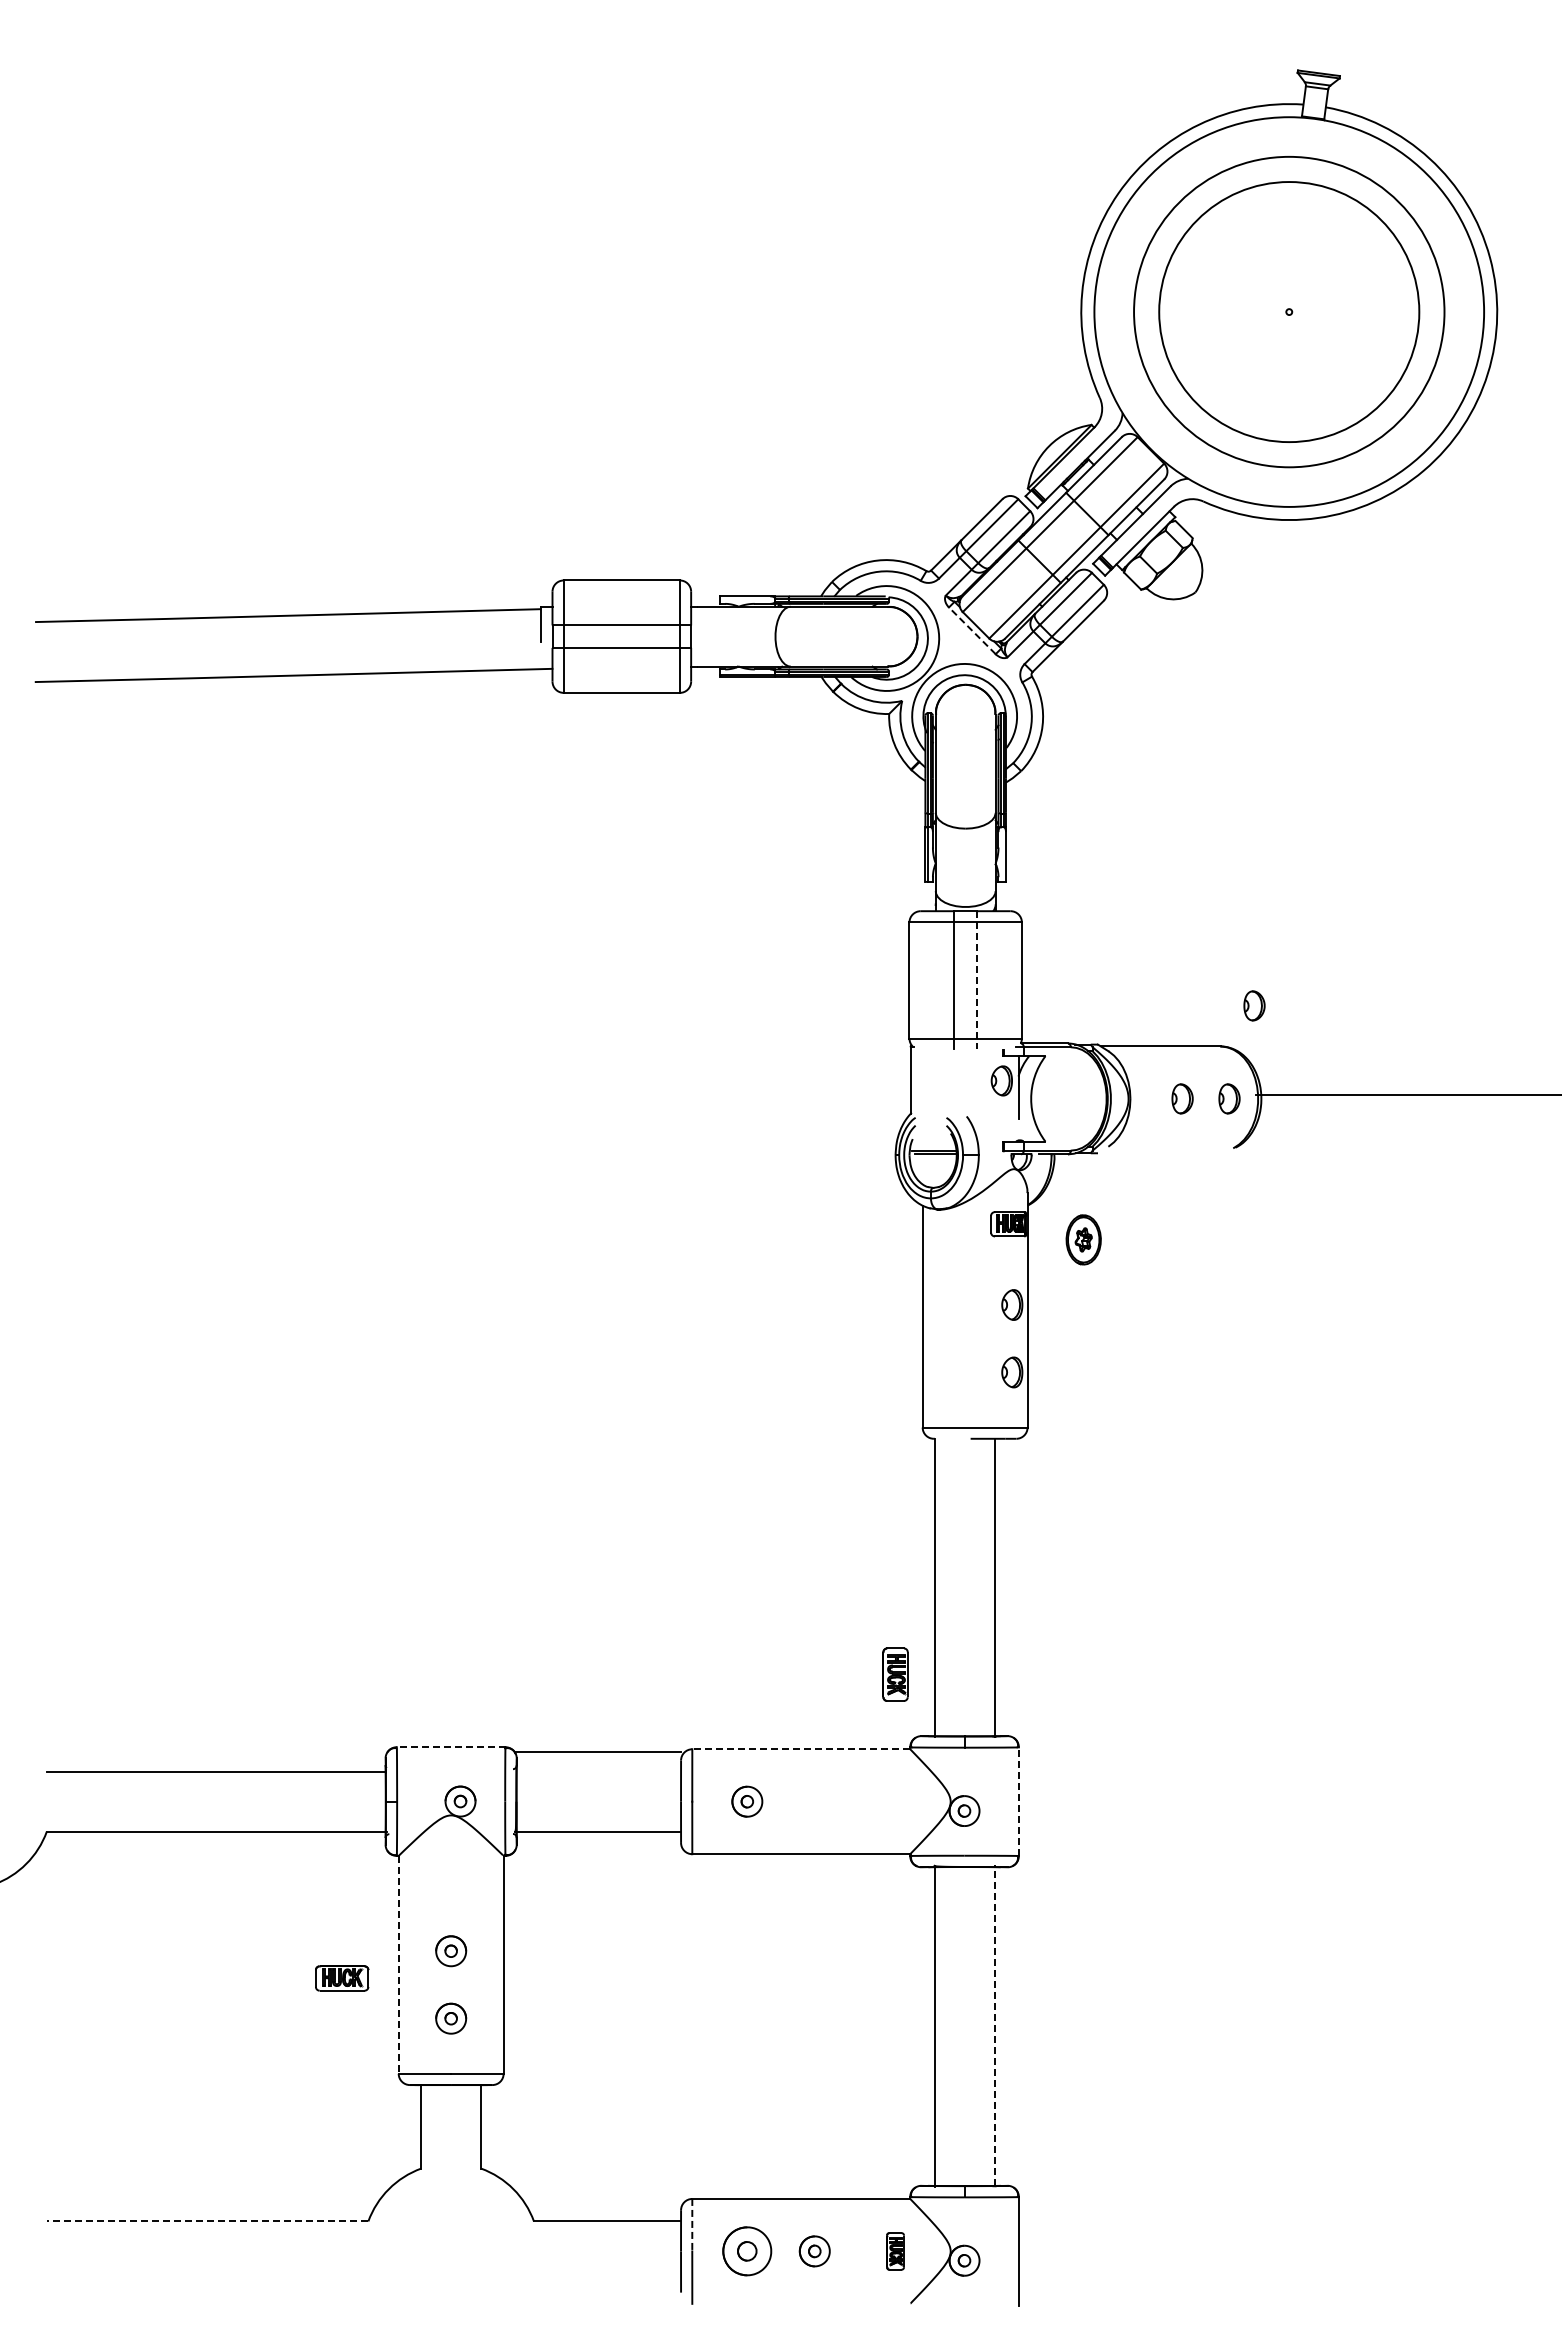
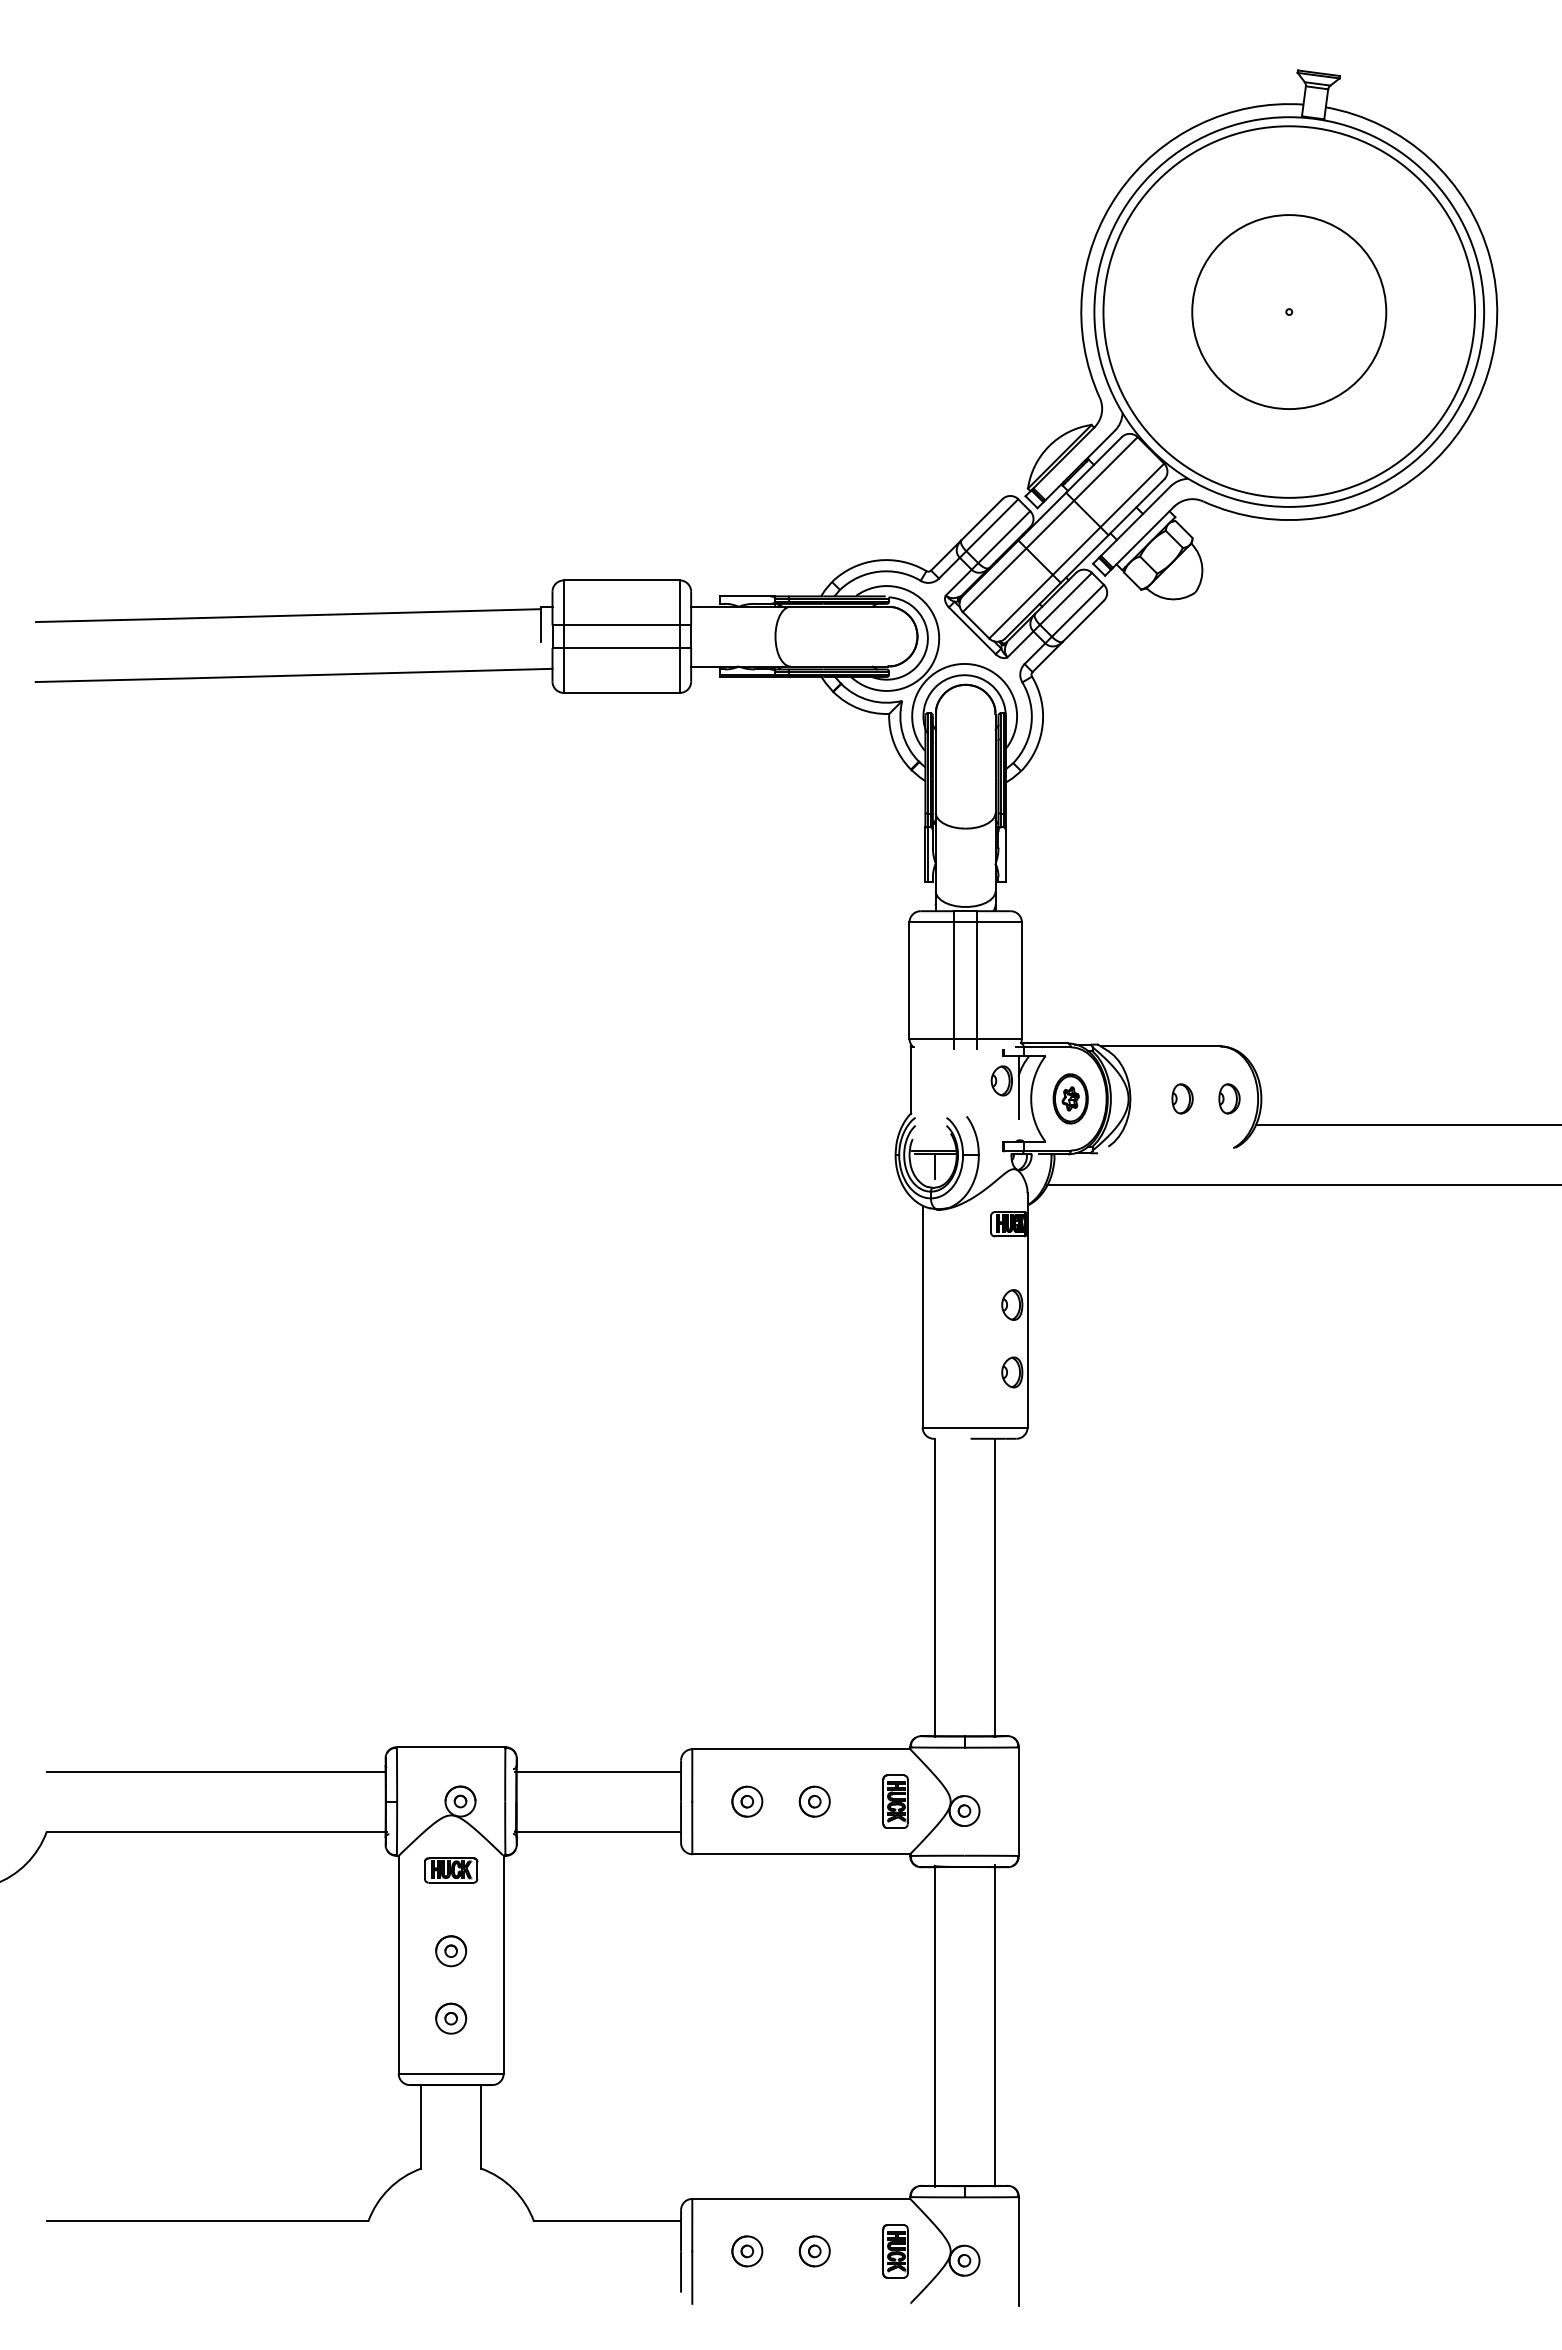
circle at (1289, 311) diameter: 310 px -> 194 px
circle at (1289, 312) diameter: 260 px -> 372 px
line at (971, 630): dashed -> solid
line at (976, 980): dashed -> solid
part at (1254, 1005): present -> none
line at (1406, 1095) position: (1406, 1095) -> (1406, 1125)
line at (934, 1166): none -> present
line at (1302, 1185): none -> present
part at (1083, 1239) position: (1083, 1239) -> (1070, 1098)
part at (895, 1674) position: (895, 1674) -> (895, 1801)
line at (450, 1747): dashed -> solid
line at (801, 1749): dashed -> solid
line at (597, 1751) position: (597, 1751) -> (597, 1771)
part at (814, 1801): none -> present
line at (1018, 1801): dashed -> solid
line at (398, 1964): dashed -> solid
part at (342, 1978) position: (342, 1978) -> (451, 1870)
line at (994, 2025): dashed -> solid
line at (207, 2221): dashed -> solid
line at (692, 2225): dashed -> solid
part at (747, 2251) size: 51x51 px -> 33x33 px
part at (895, 2251) size: 19x39 px -> 27x55 px
